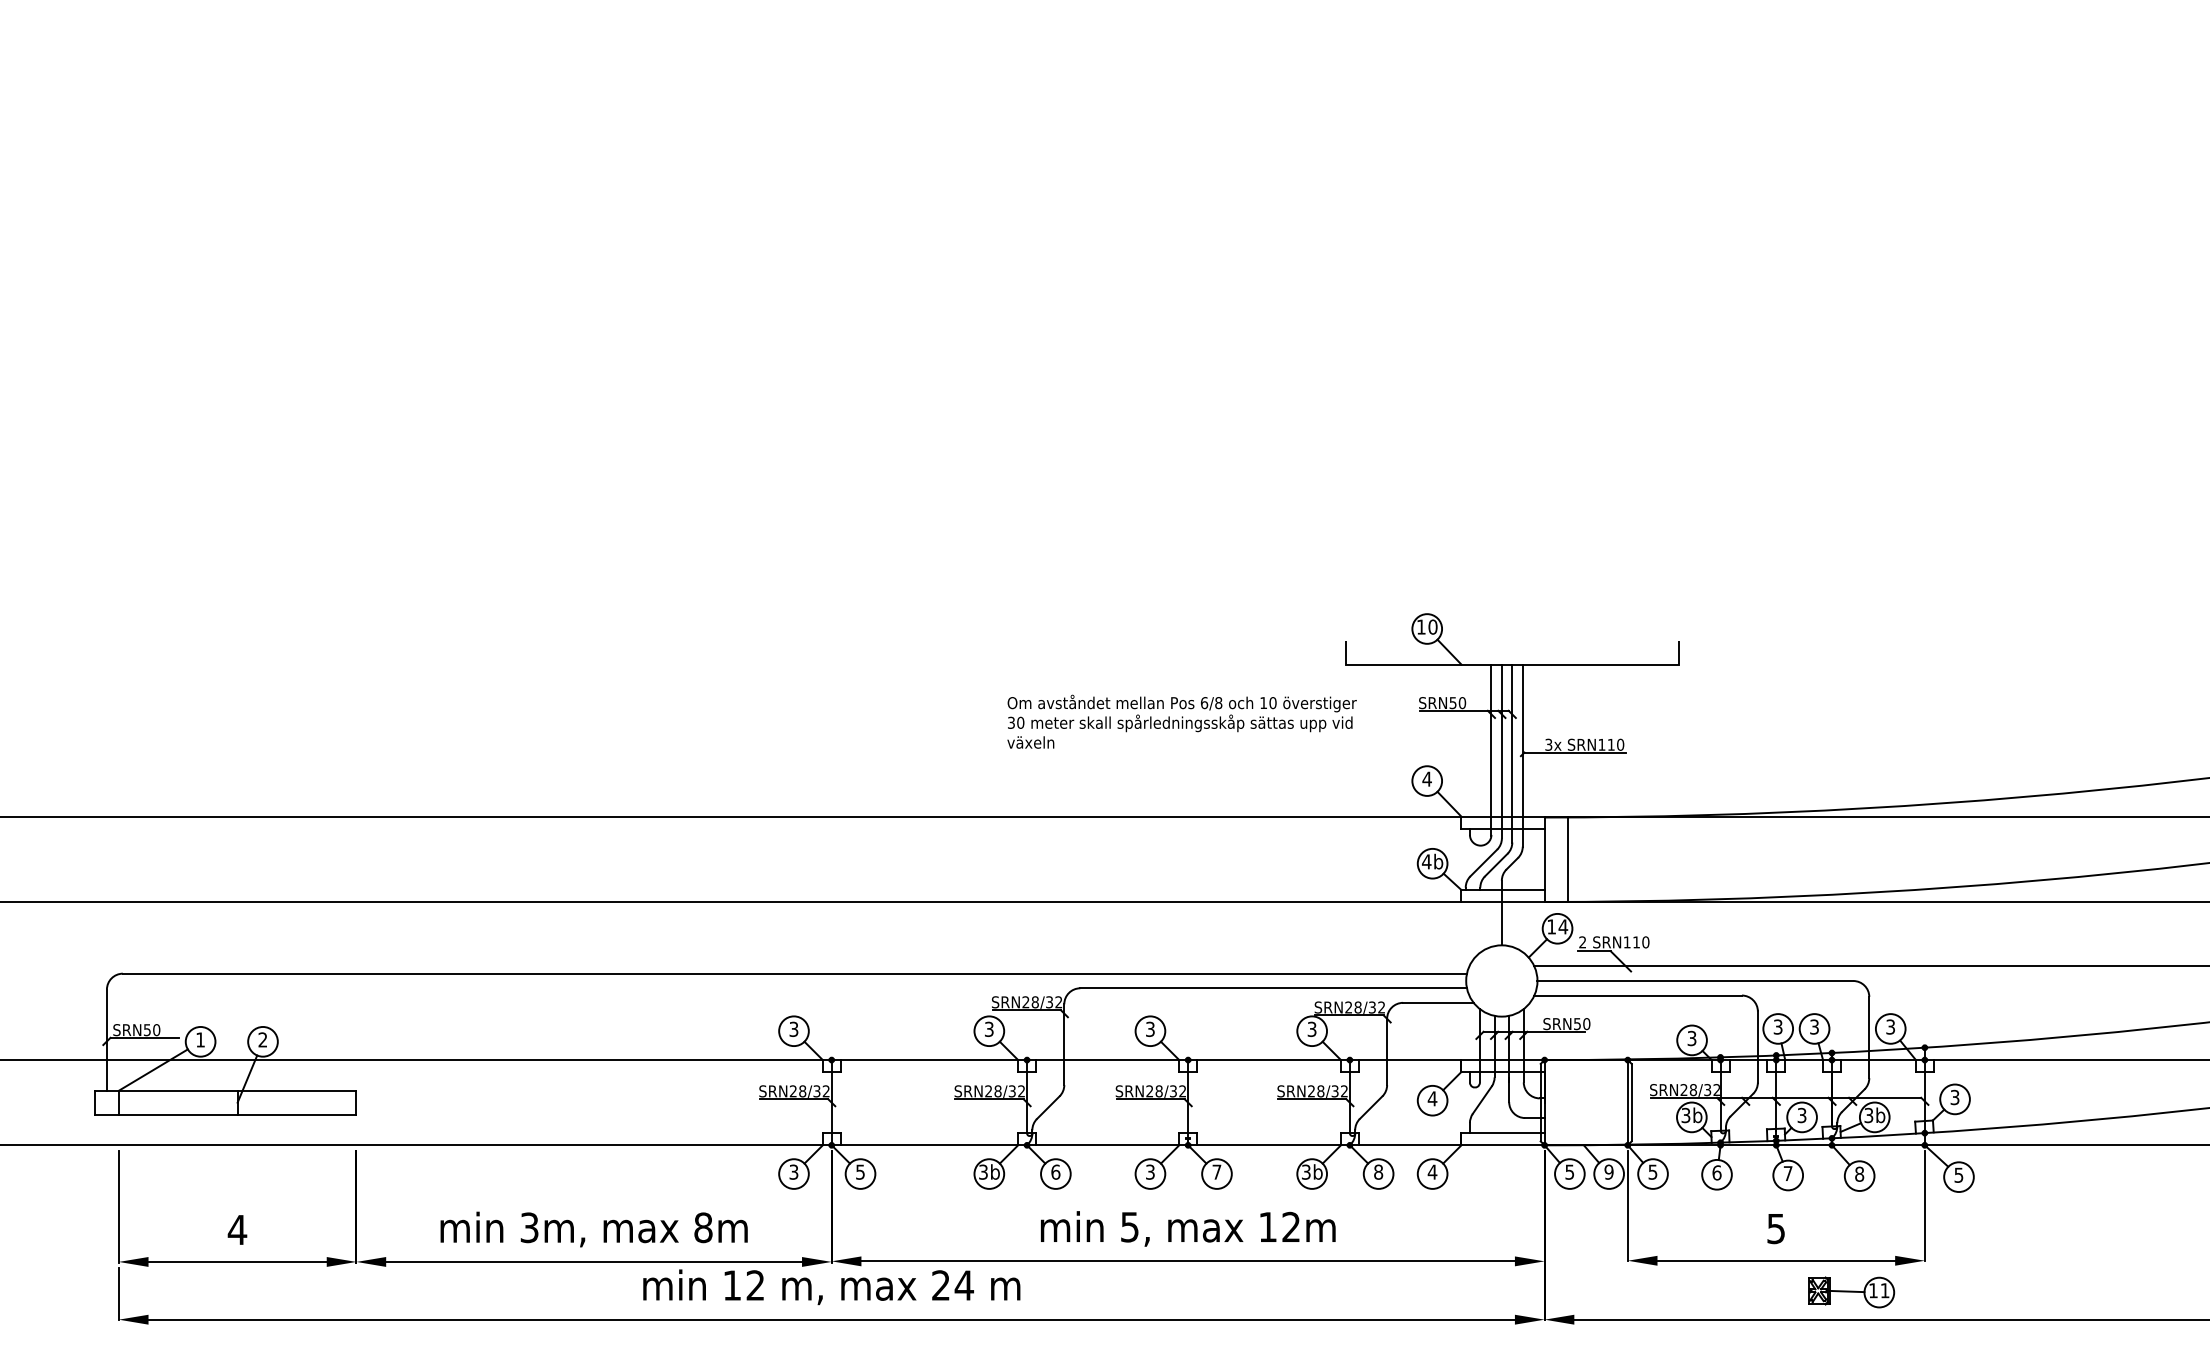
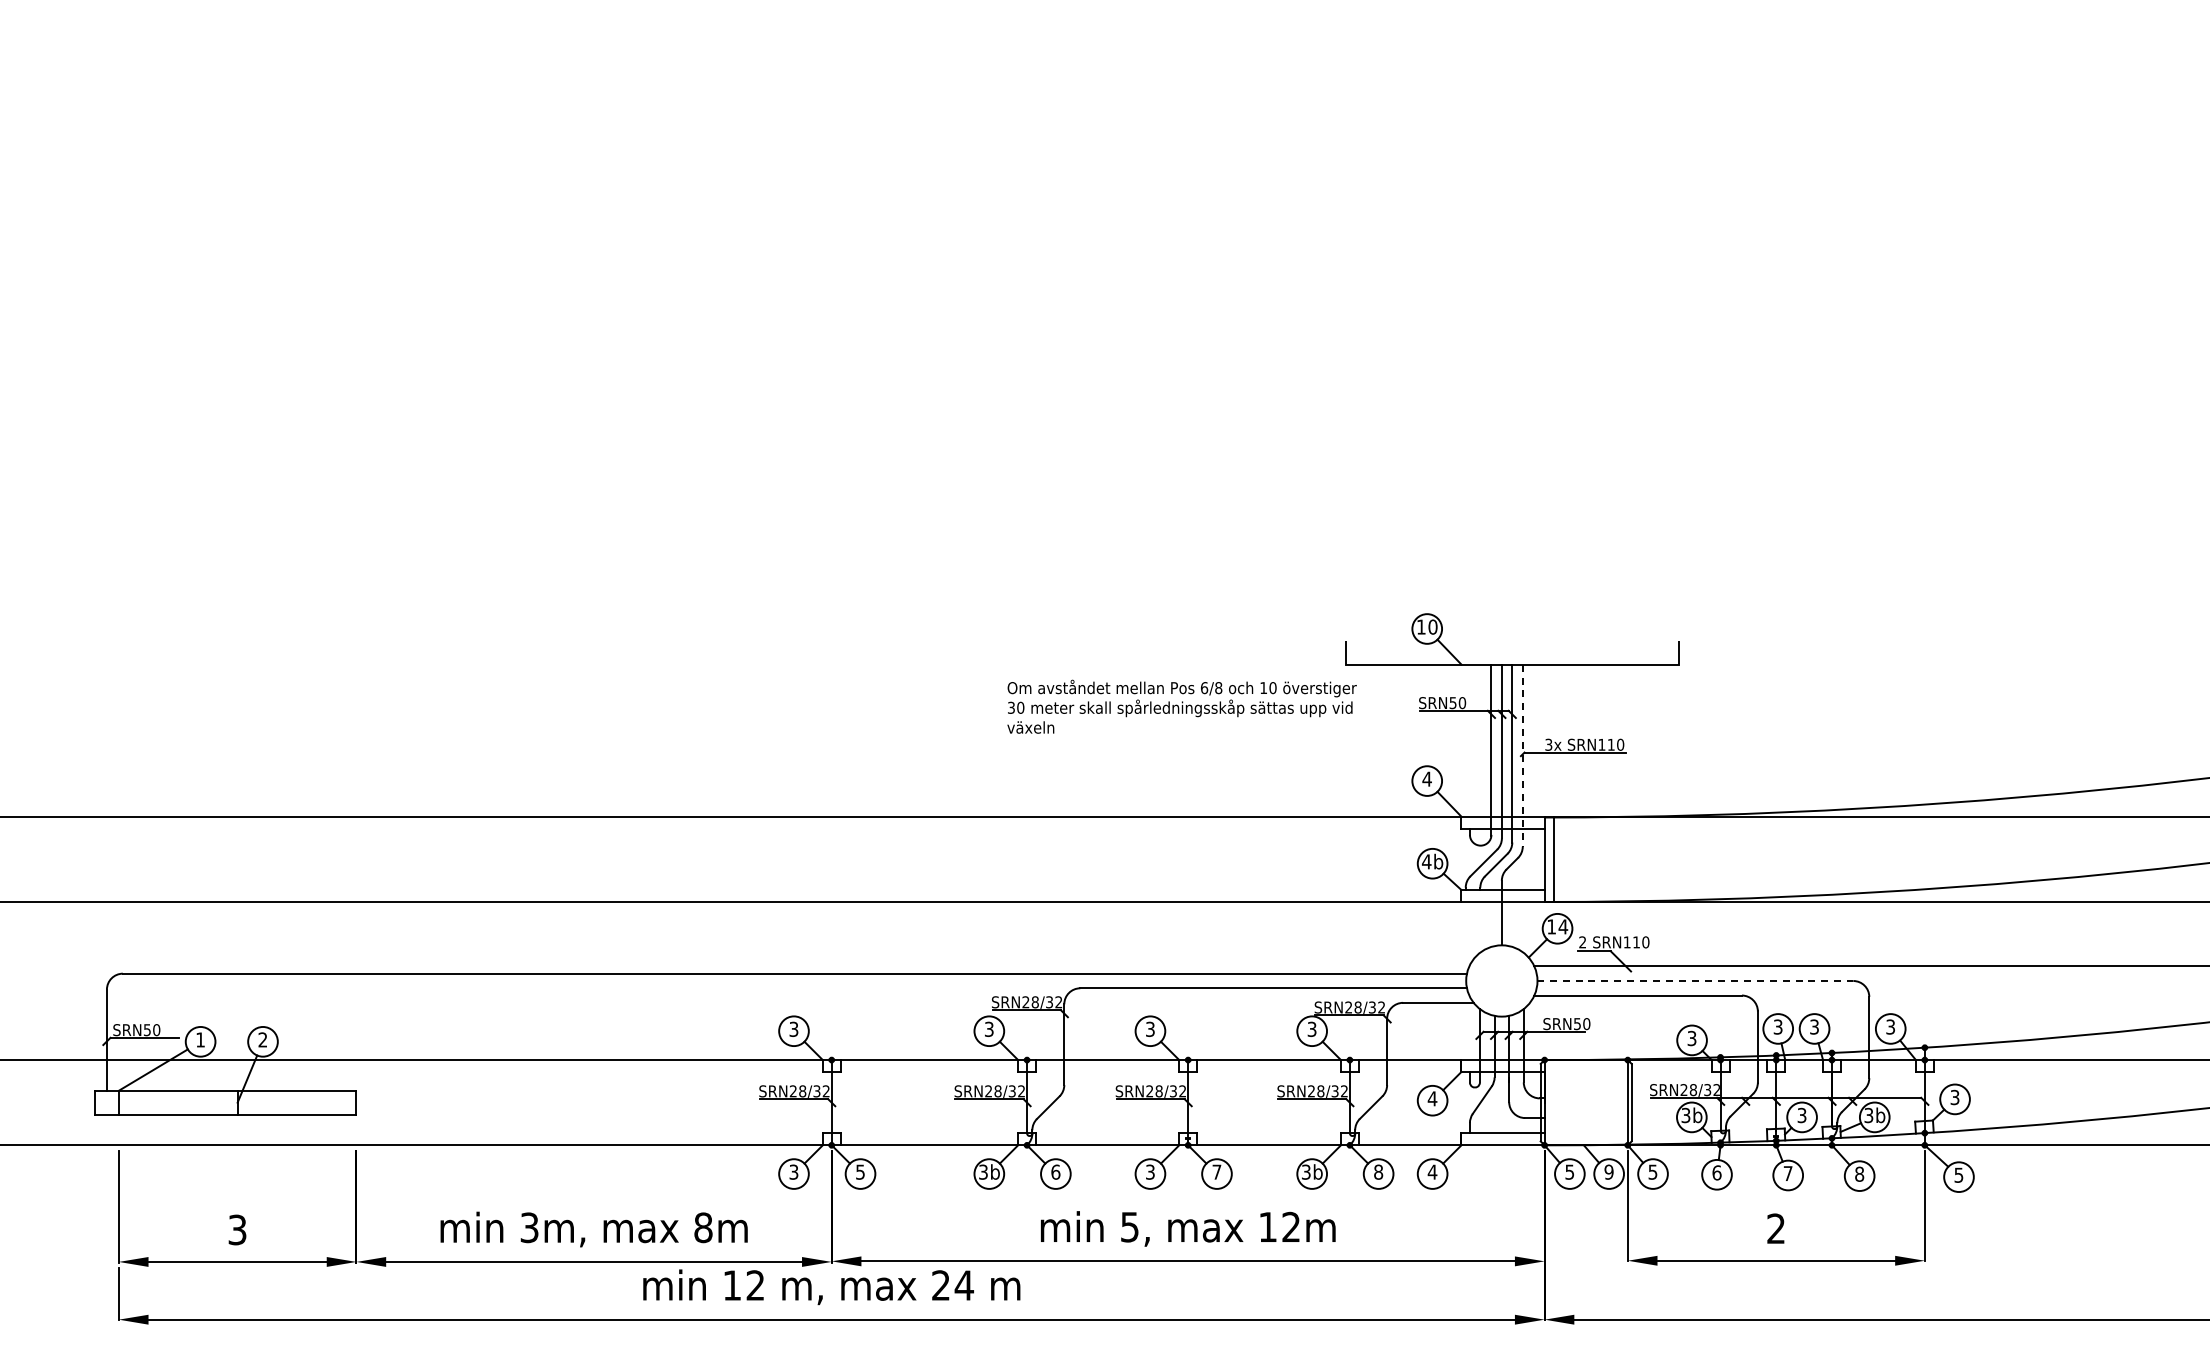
text at (1181, 721) position: (1181, 721) -> (1181, 706)
line at (1522, 756): solid -> dashed
line at (1568, 858) position: (1568, 858) -> (1554, 858)
line at (1695, 980): solid -> dashed
text at (1775, 1228): 5 -> 2
text at (237, 1229): 4 -> 3
part at (1851, 1292): present -> none
